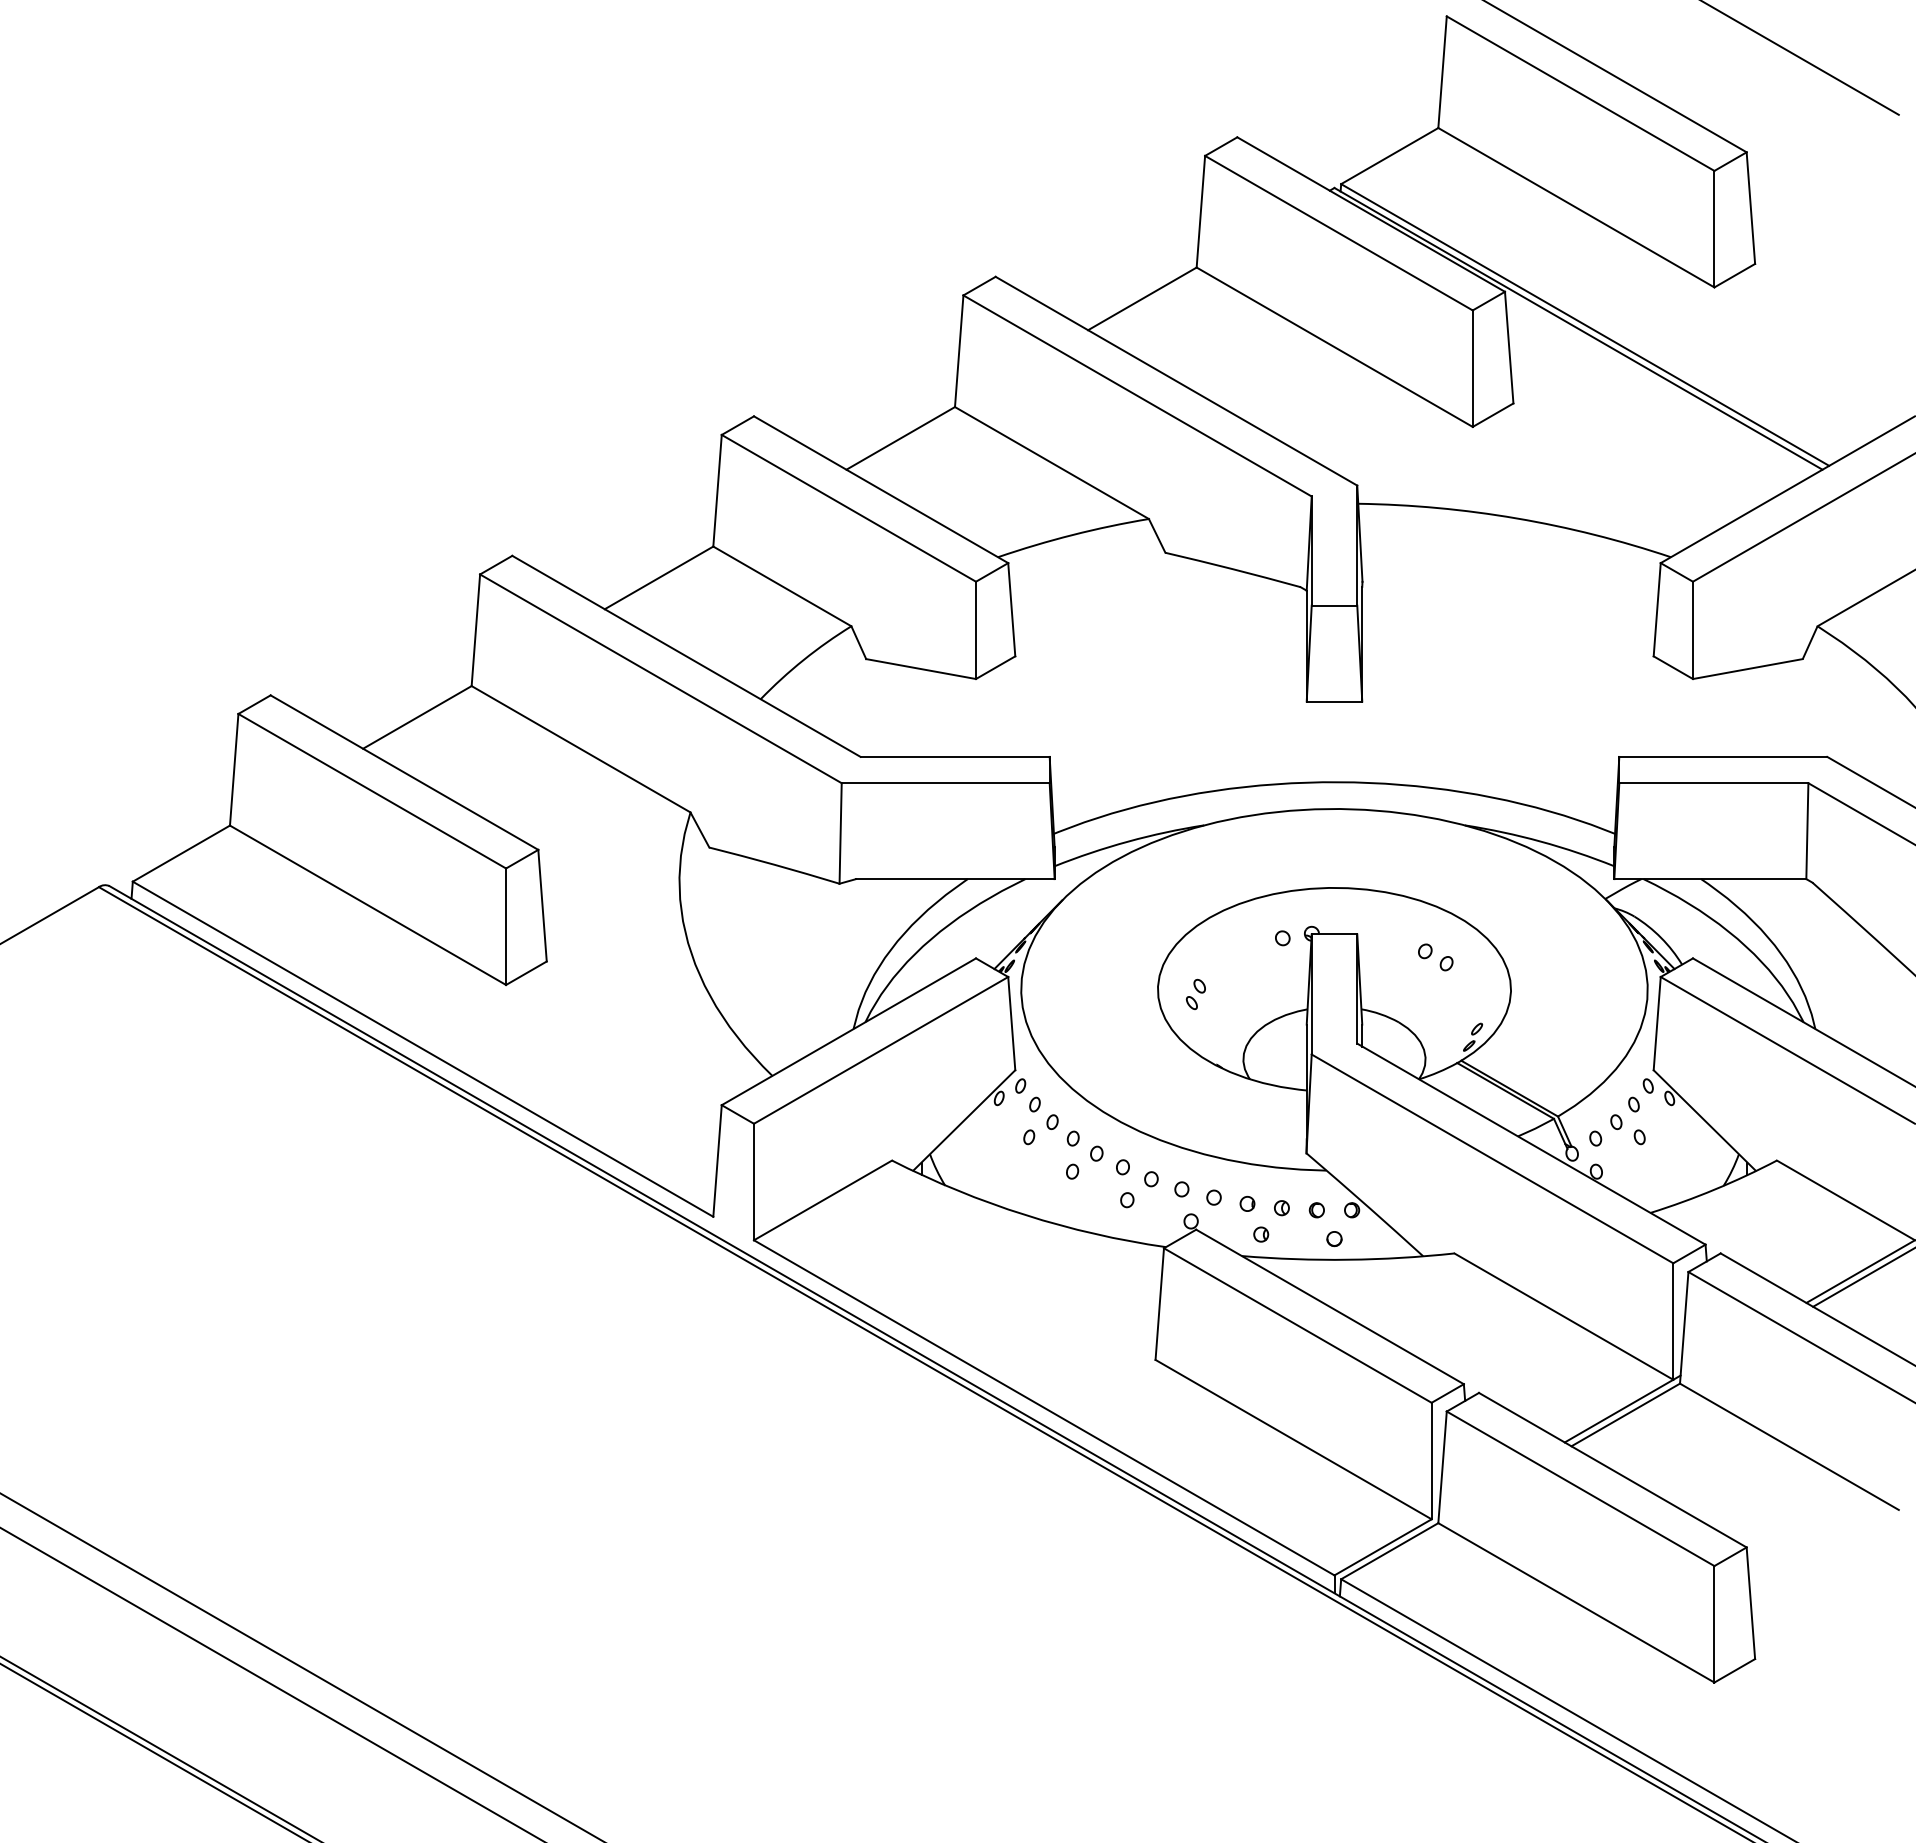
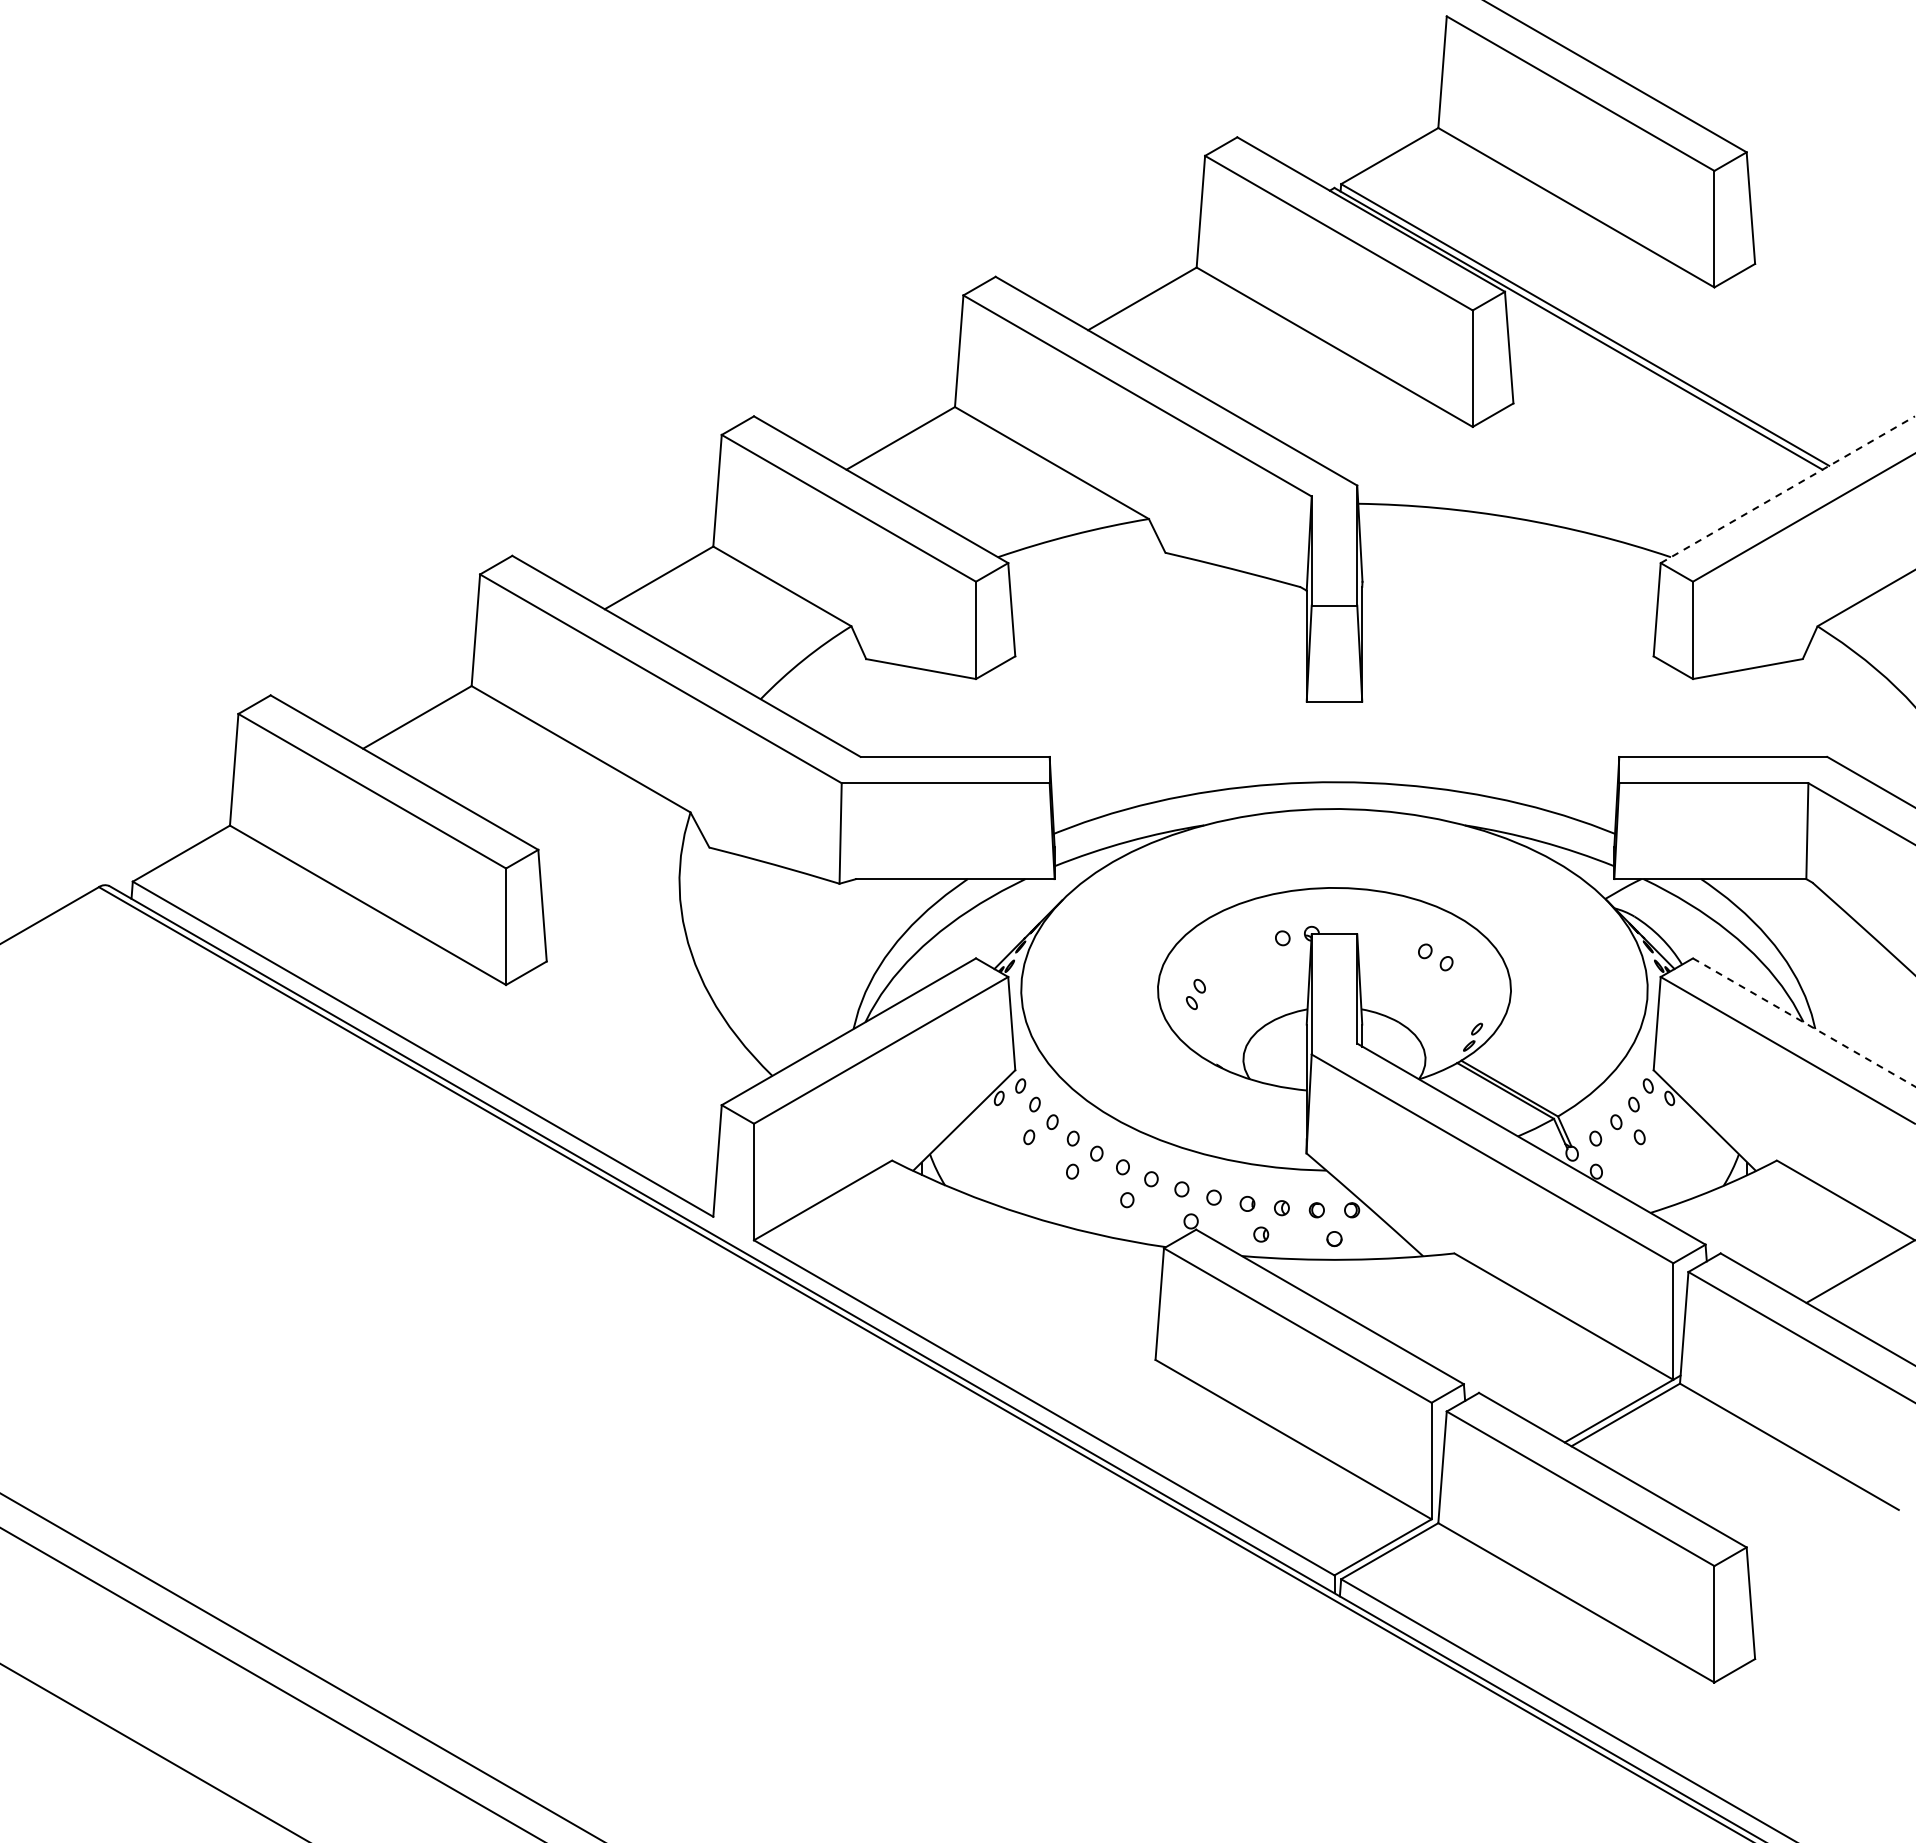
line at (1800, 58): present -> none
line at (1787, 489): solid -> dashed
line at (1804, 1022): solid -> dashed
line at (1862, 1277): present -> none
line at (159, 1748): present -> none
